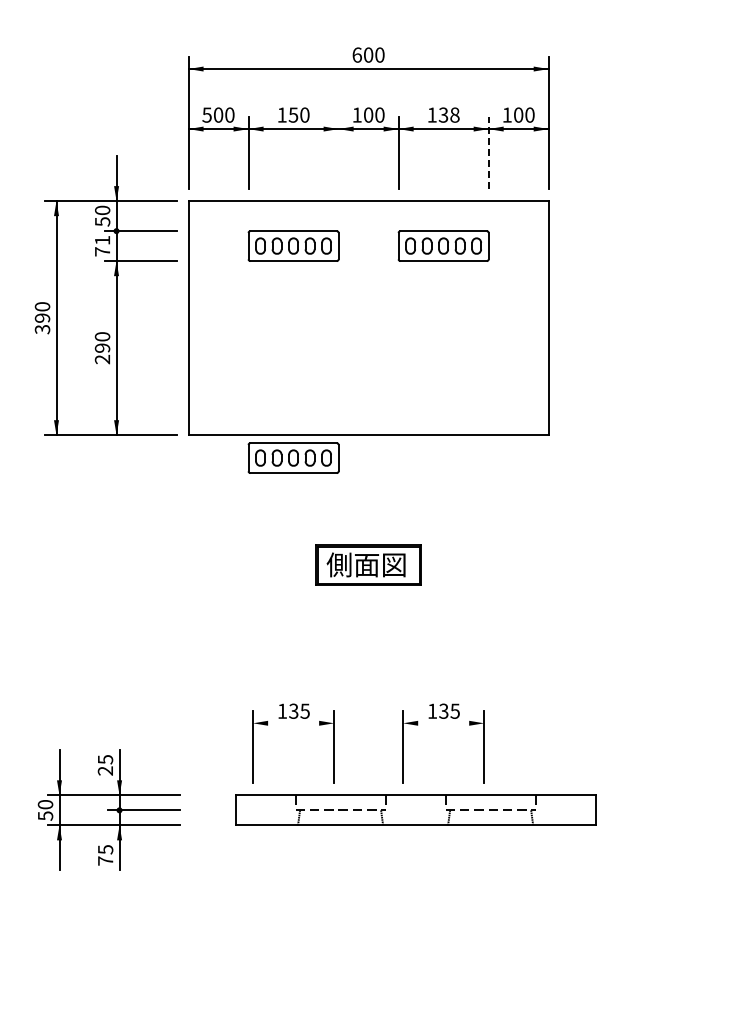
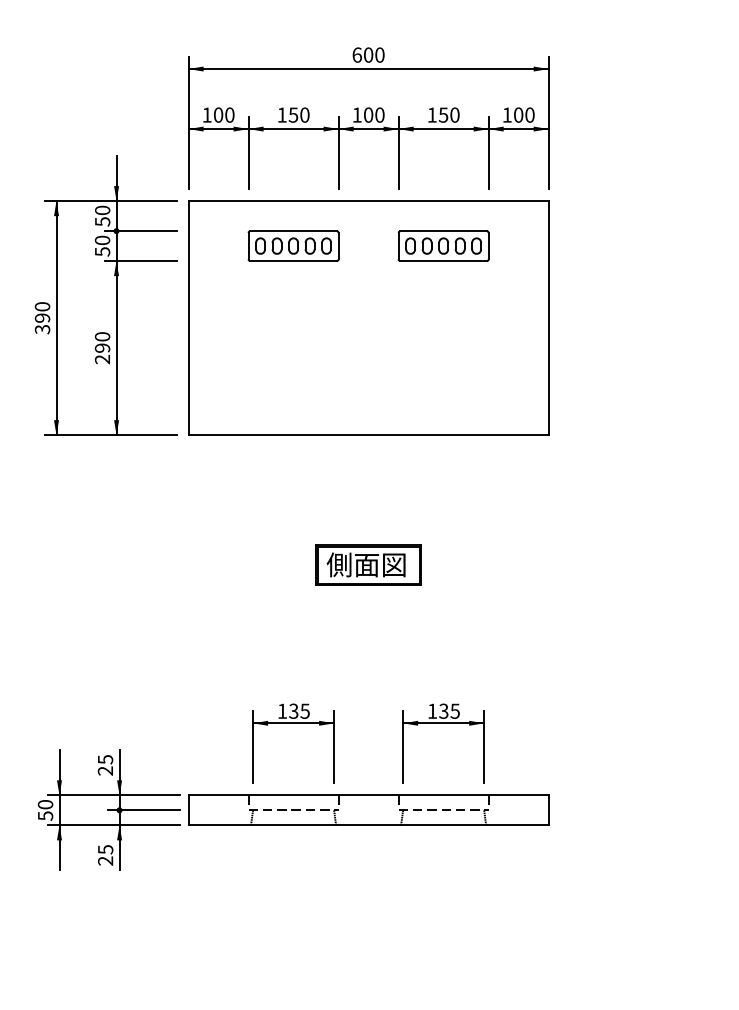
text at (206, 114): 500 -> 100
text at (449, 114): 138 -> 150
line at (488, 152): dashed -> solid
line at (338, 153): none -> present
text at (102, 245): 71 -> 50
part at (293, 457): present -> none
line at (293, 723): none -> present
line at (443, 723): none -> present
part at (415, 809) position: (415, 809) -> (368, 809)
text at (105, 860): 75 -> 25
